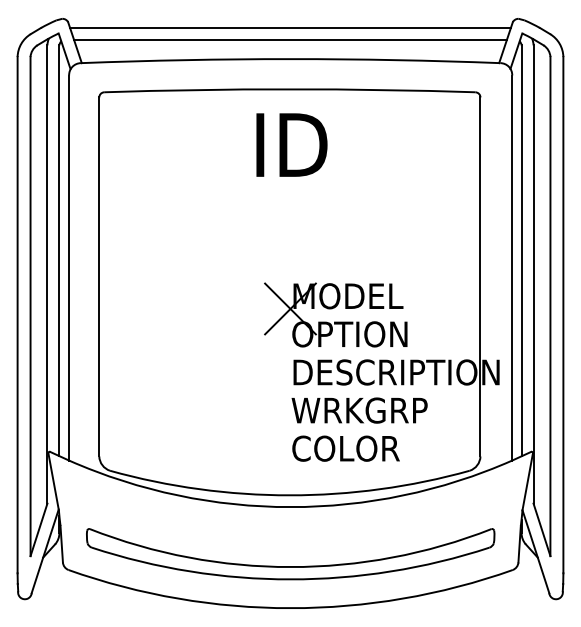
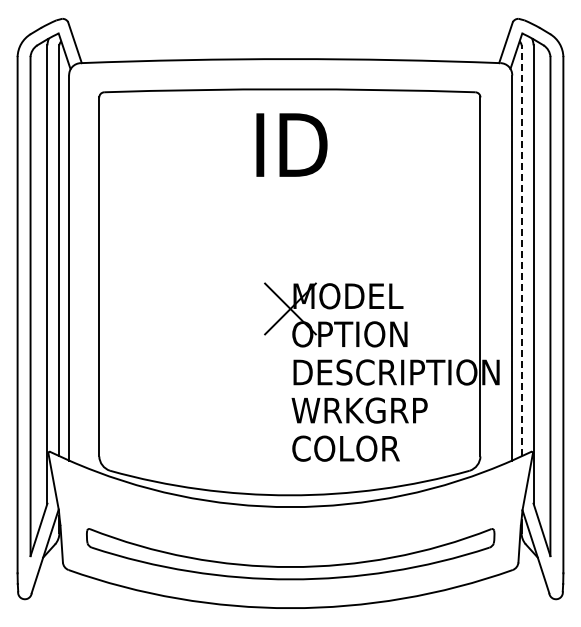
line at (290, 28): present -> none
line at (290, 40): present -> none
line at (521, 250): solid -> dashed
